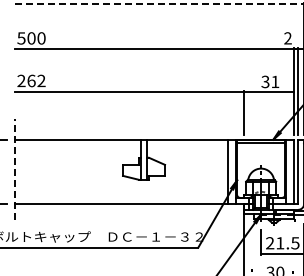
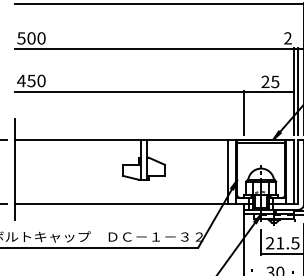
line at (159, 4): dashed -> solid
text at (31, 80): 262 -> 450
text at (270, 81): 31 -> 25
line at (14, 169): dashed -> solid
